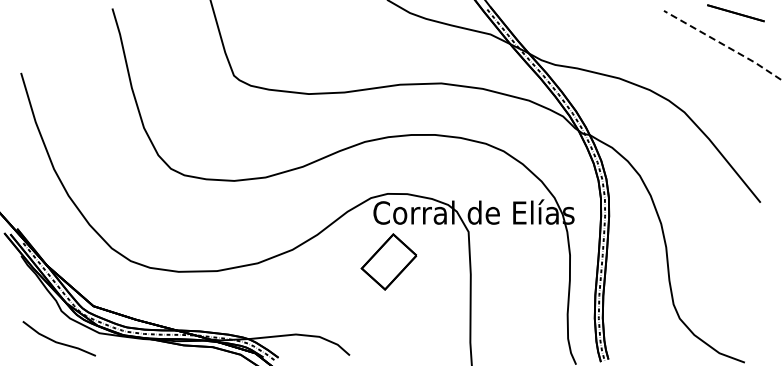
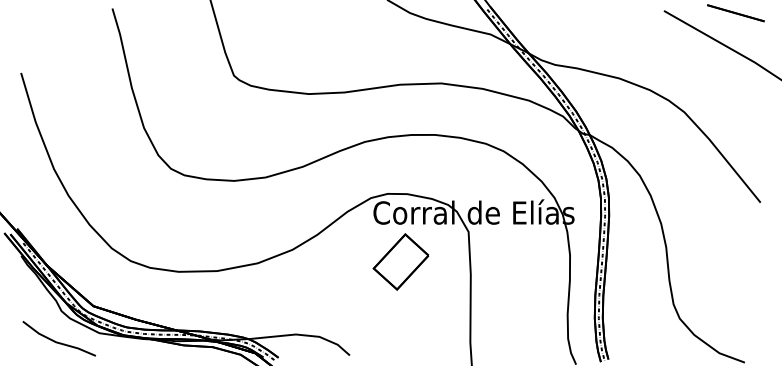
line at (723, 44): dashed -> solid
part at (388, 261) position: (388, 261) -> (400, 261)
